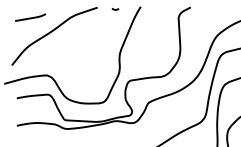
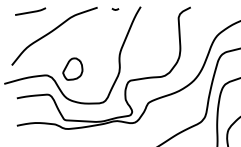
curve at (30, 17) position: (30, 17) -> (30, 11)
part at (72, 68): none -> present
